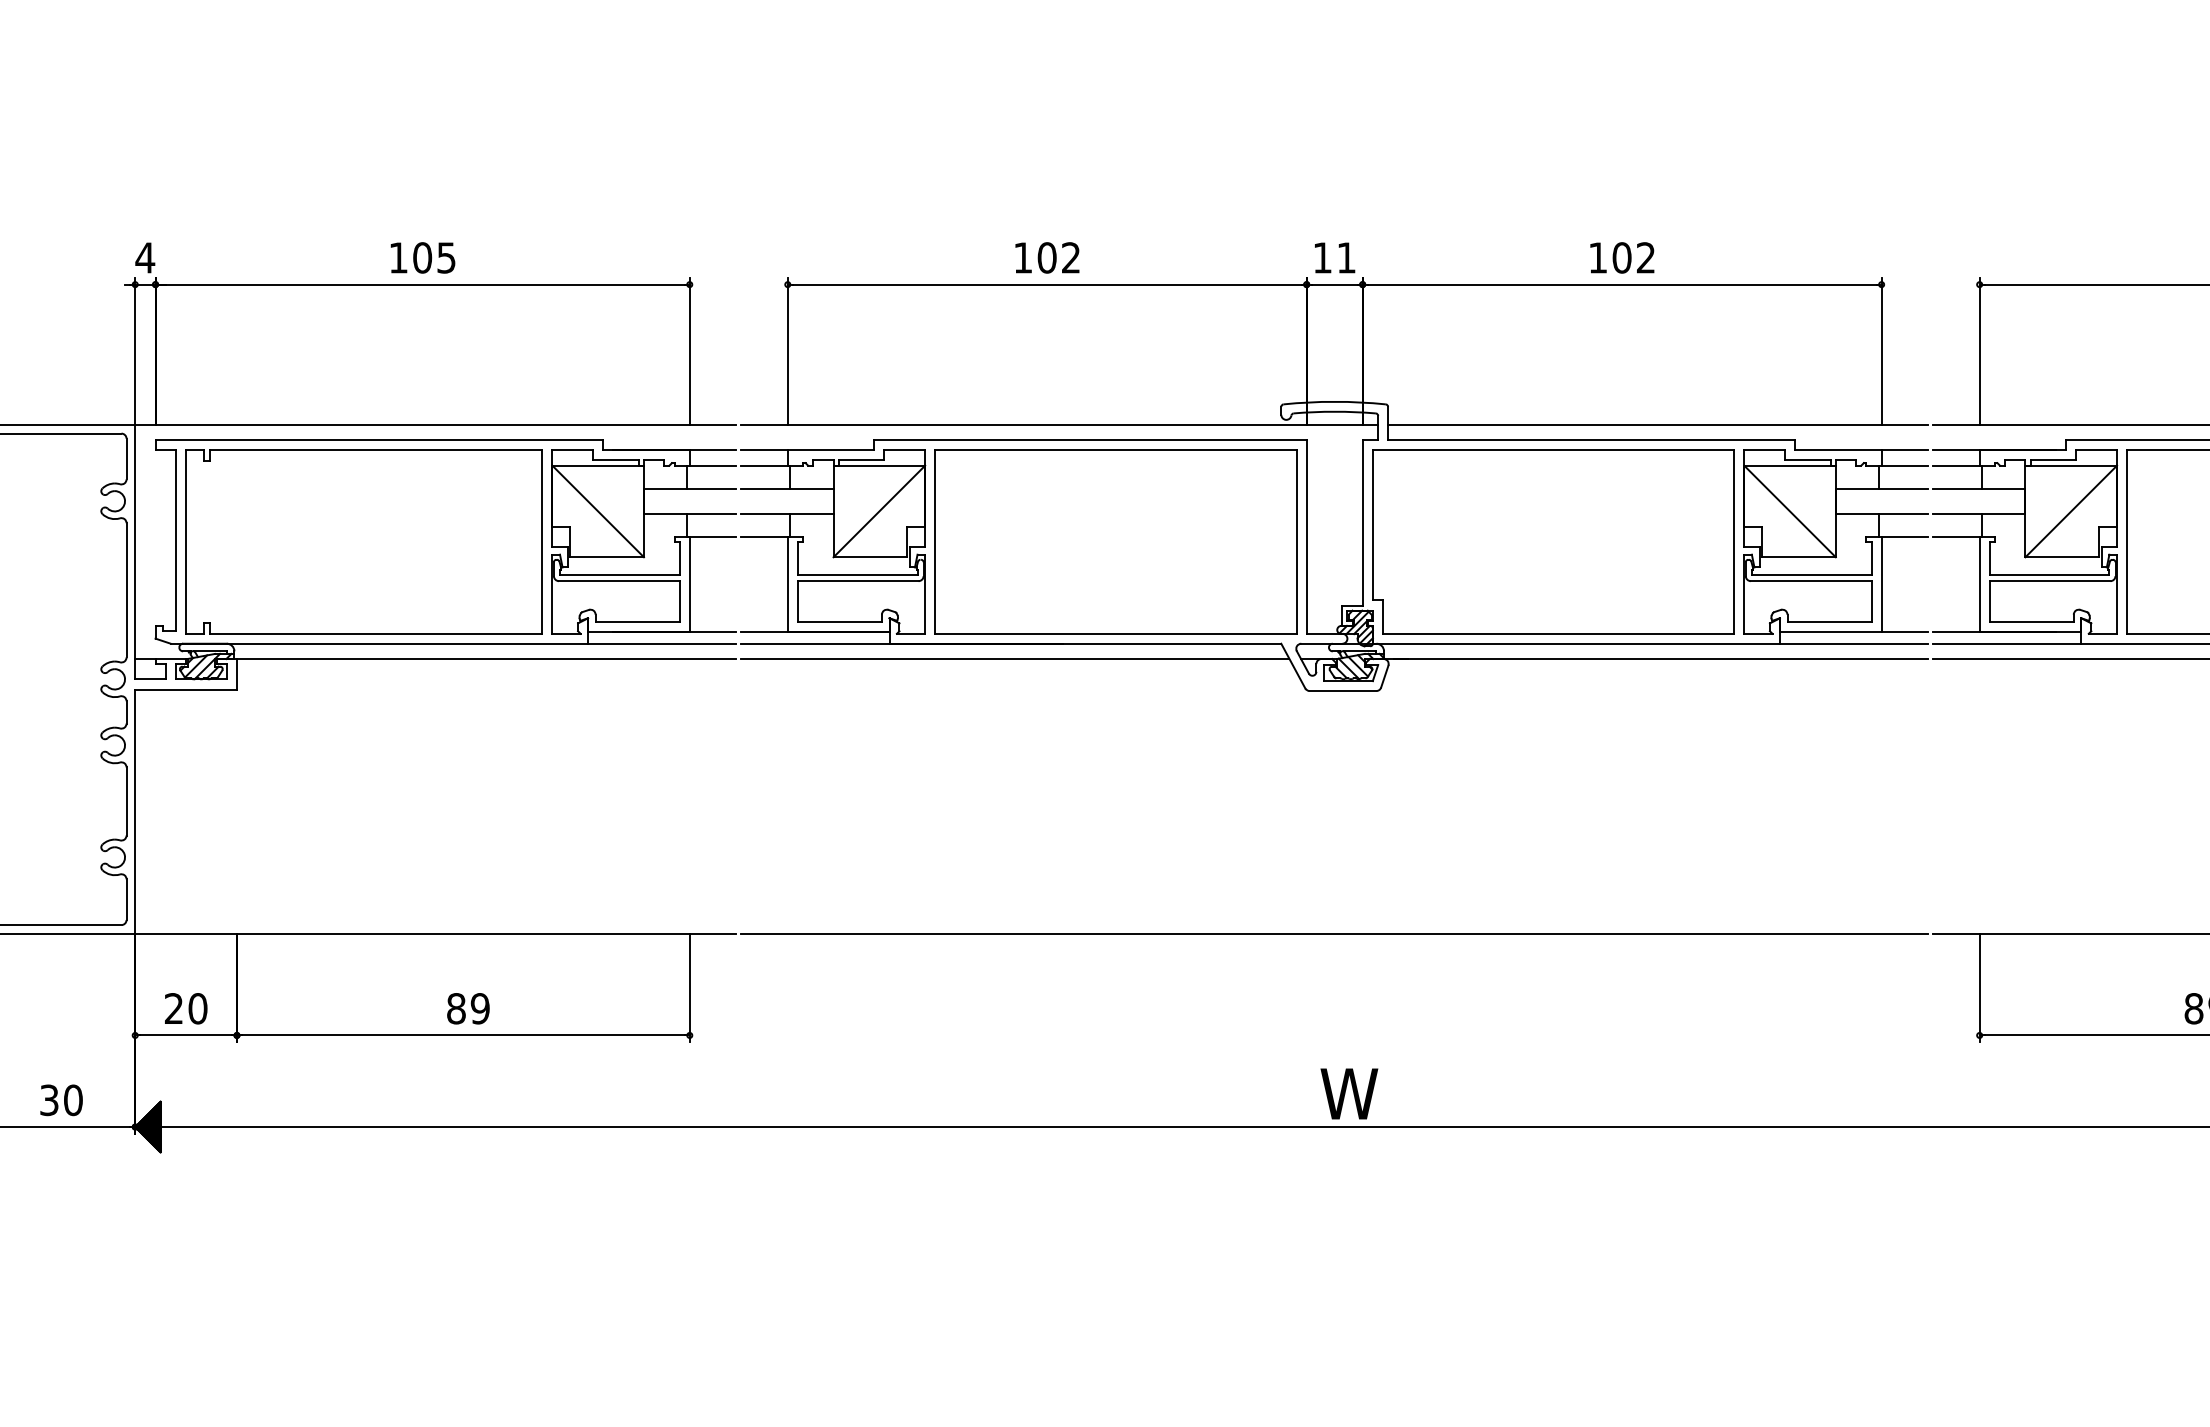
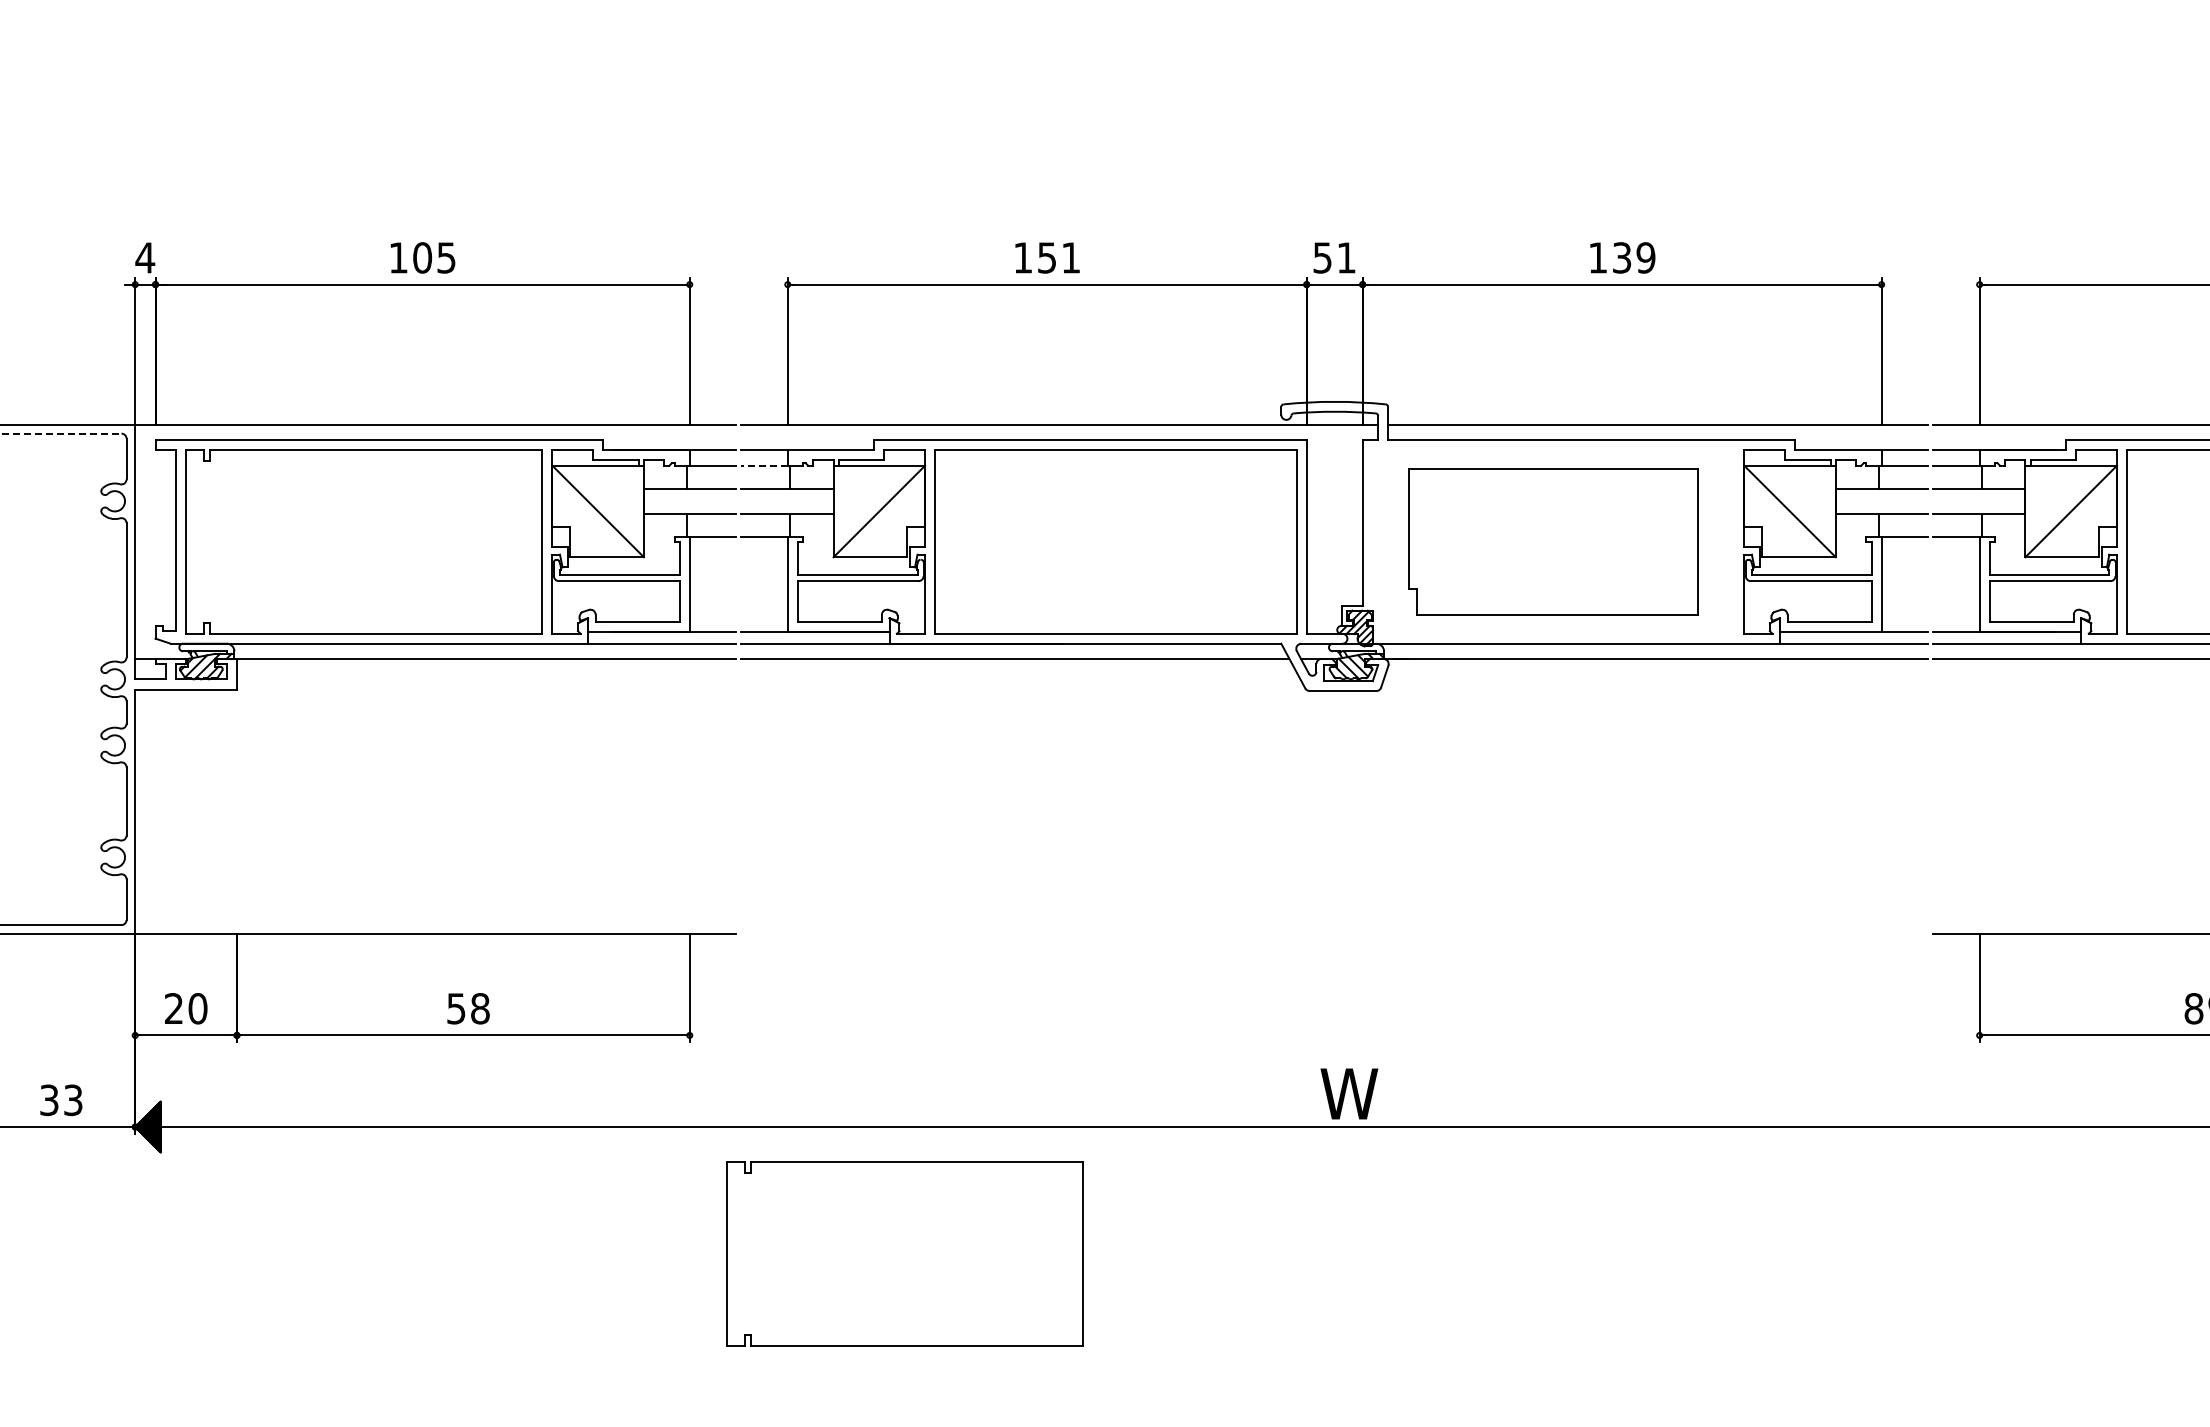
text at (1058, 257): 102 -> 151
text at (1322, 257): 11 -> 51
text at (1633, 257): 102 -> 139
line at (60, 433): solid -> dashed
line at (764, 465): solid -> dashed
part at (1553, 541) size: 363x186 px -> 291x148 px
line at (1334, 933): present -> none
text at (468, 1008): 89 -> 58
text at (73, 1100): 30 -> 33
part at (904, 1253): none -> present
